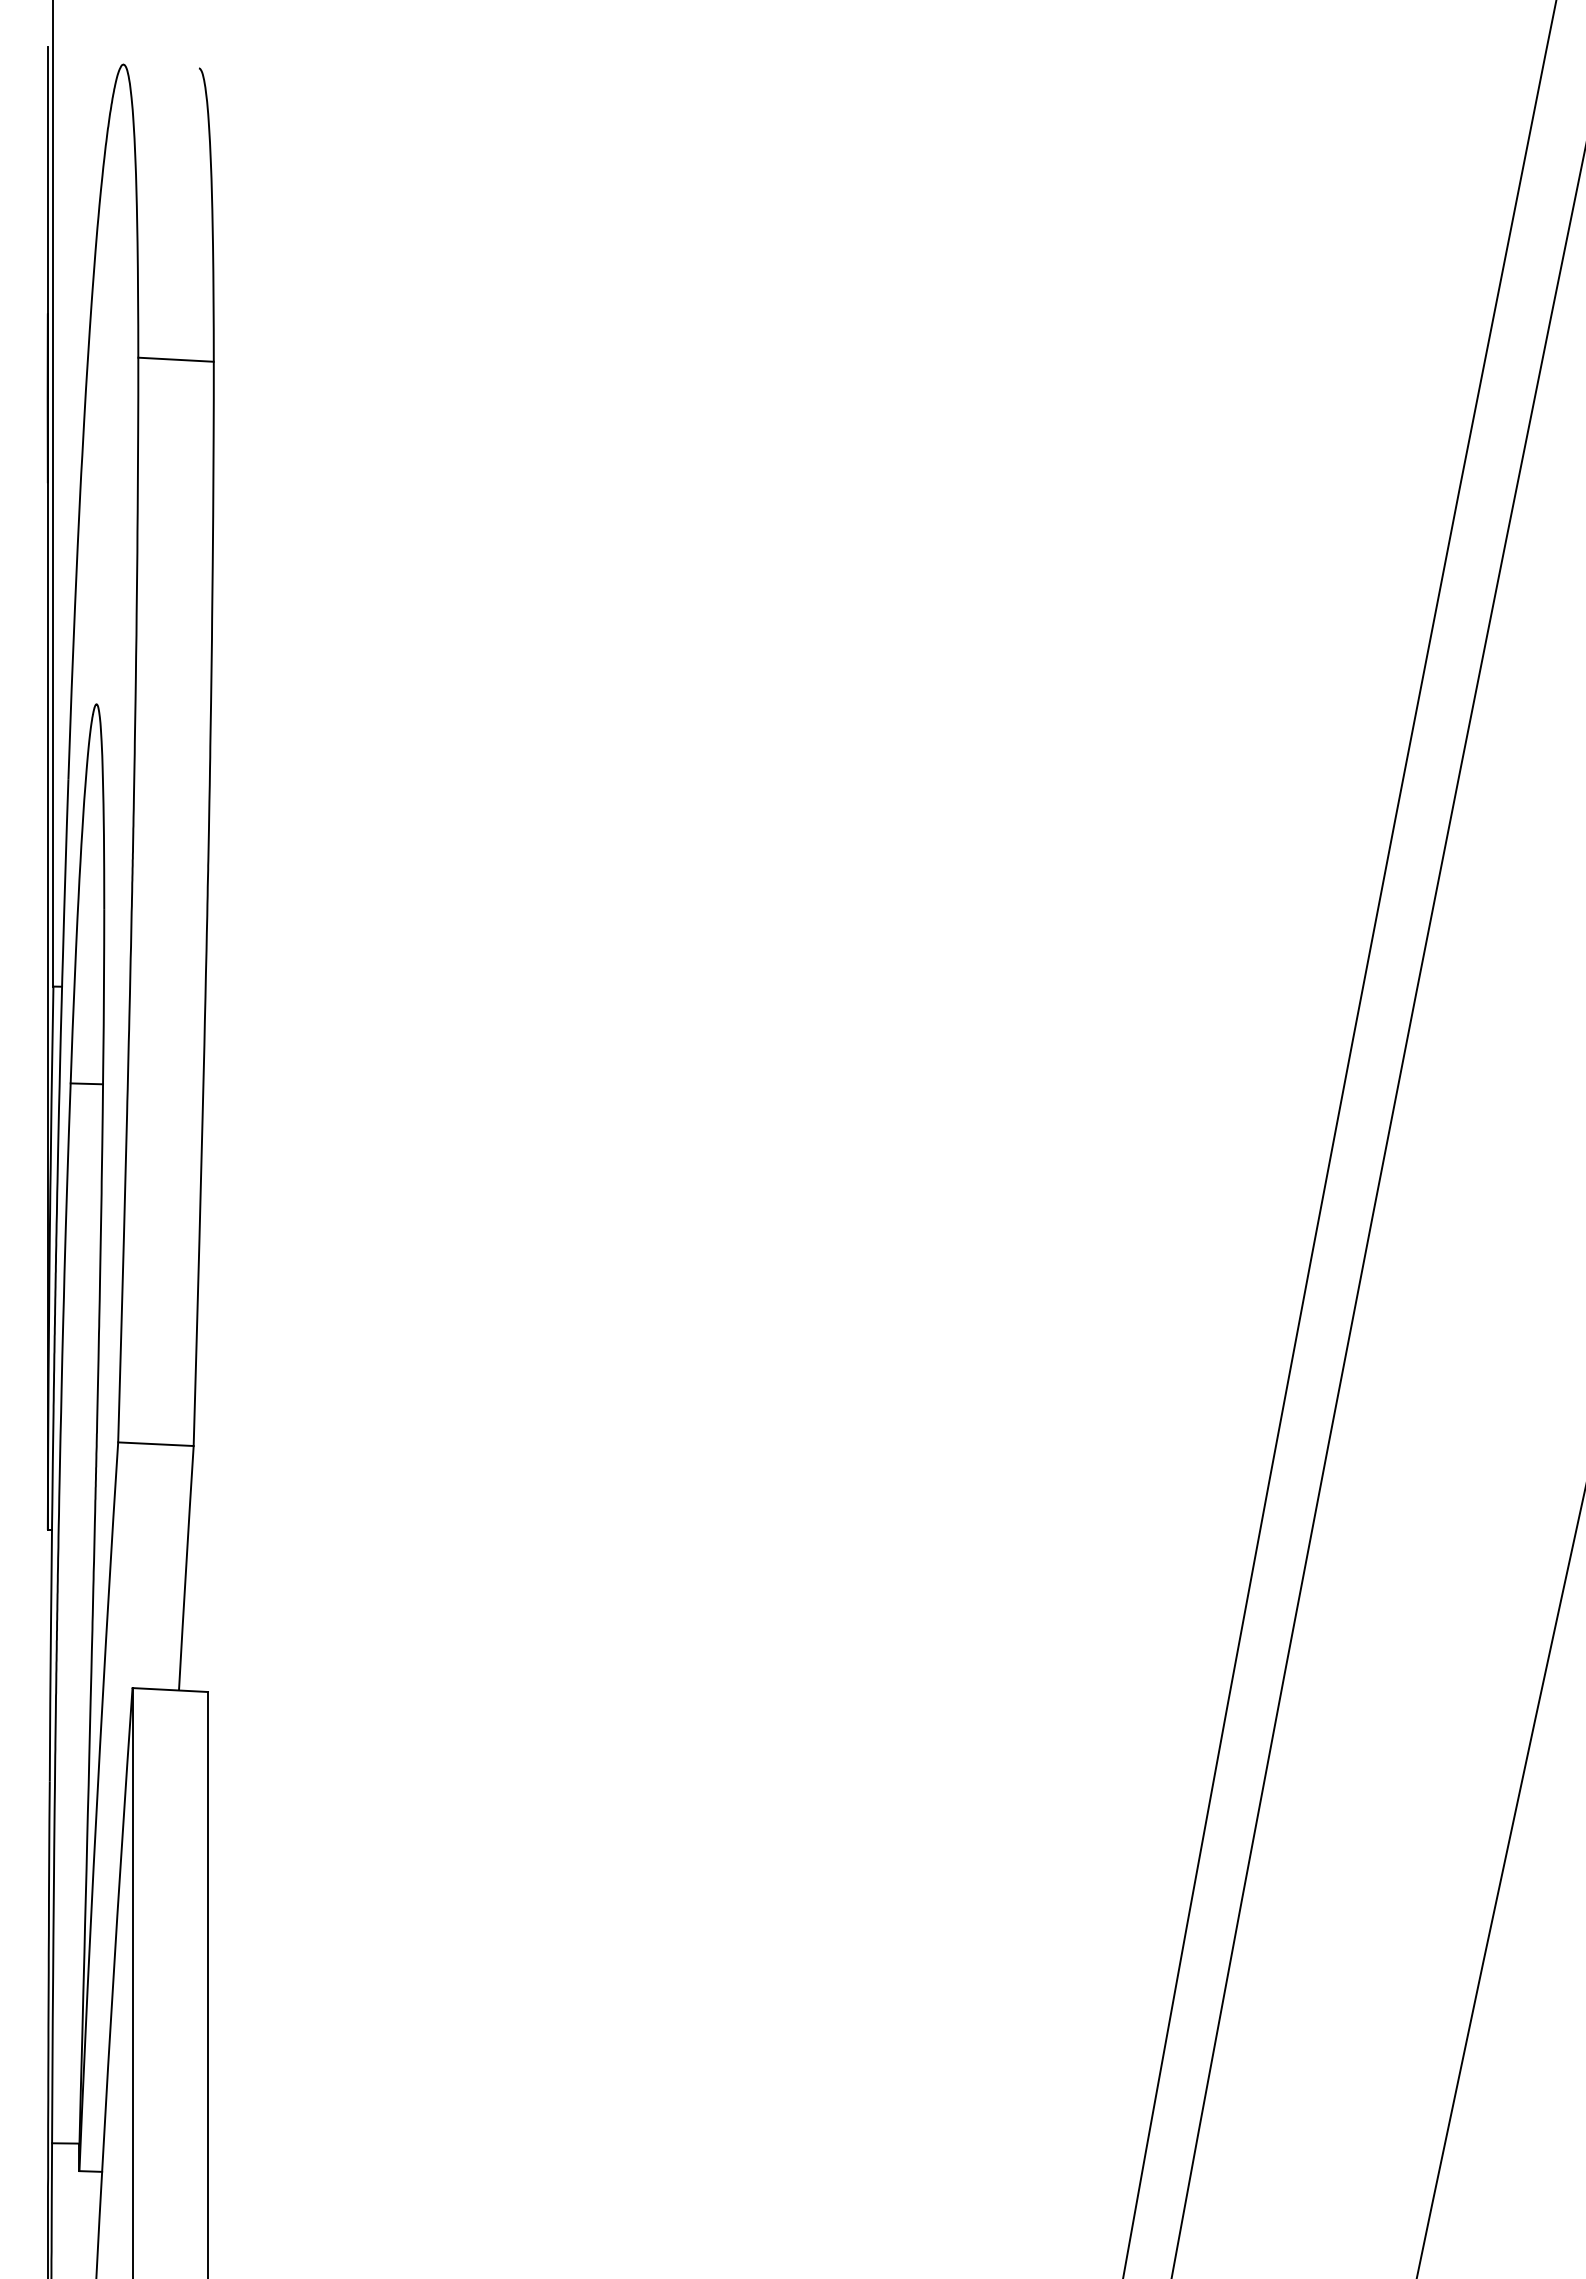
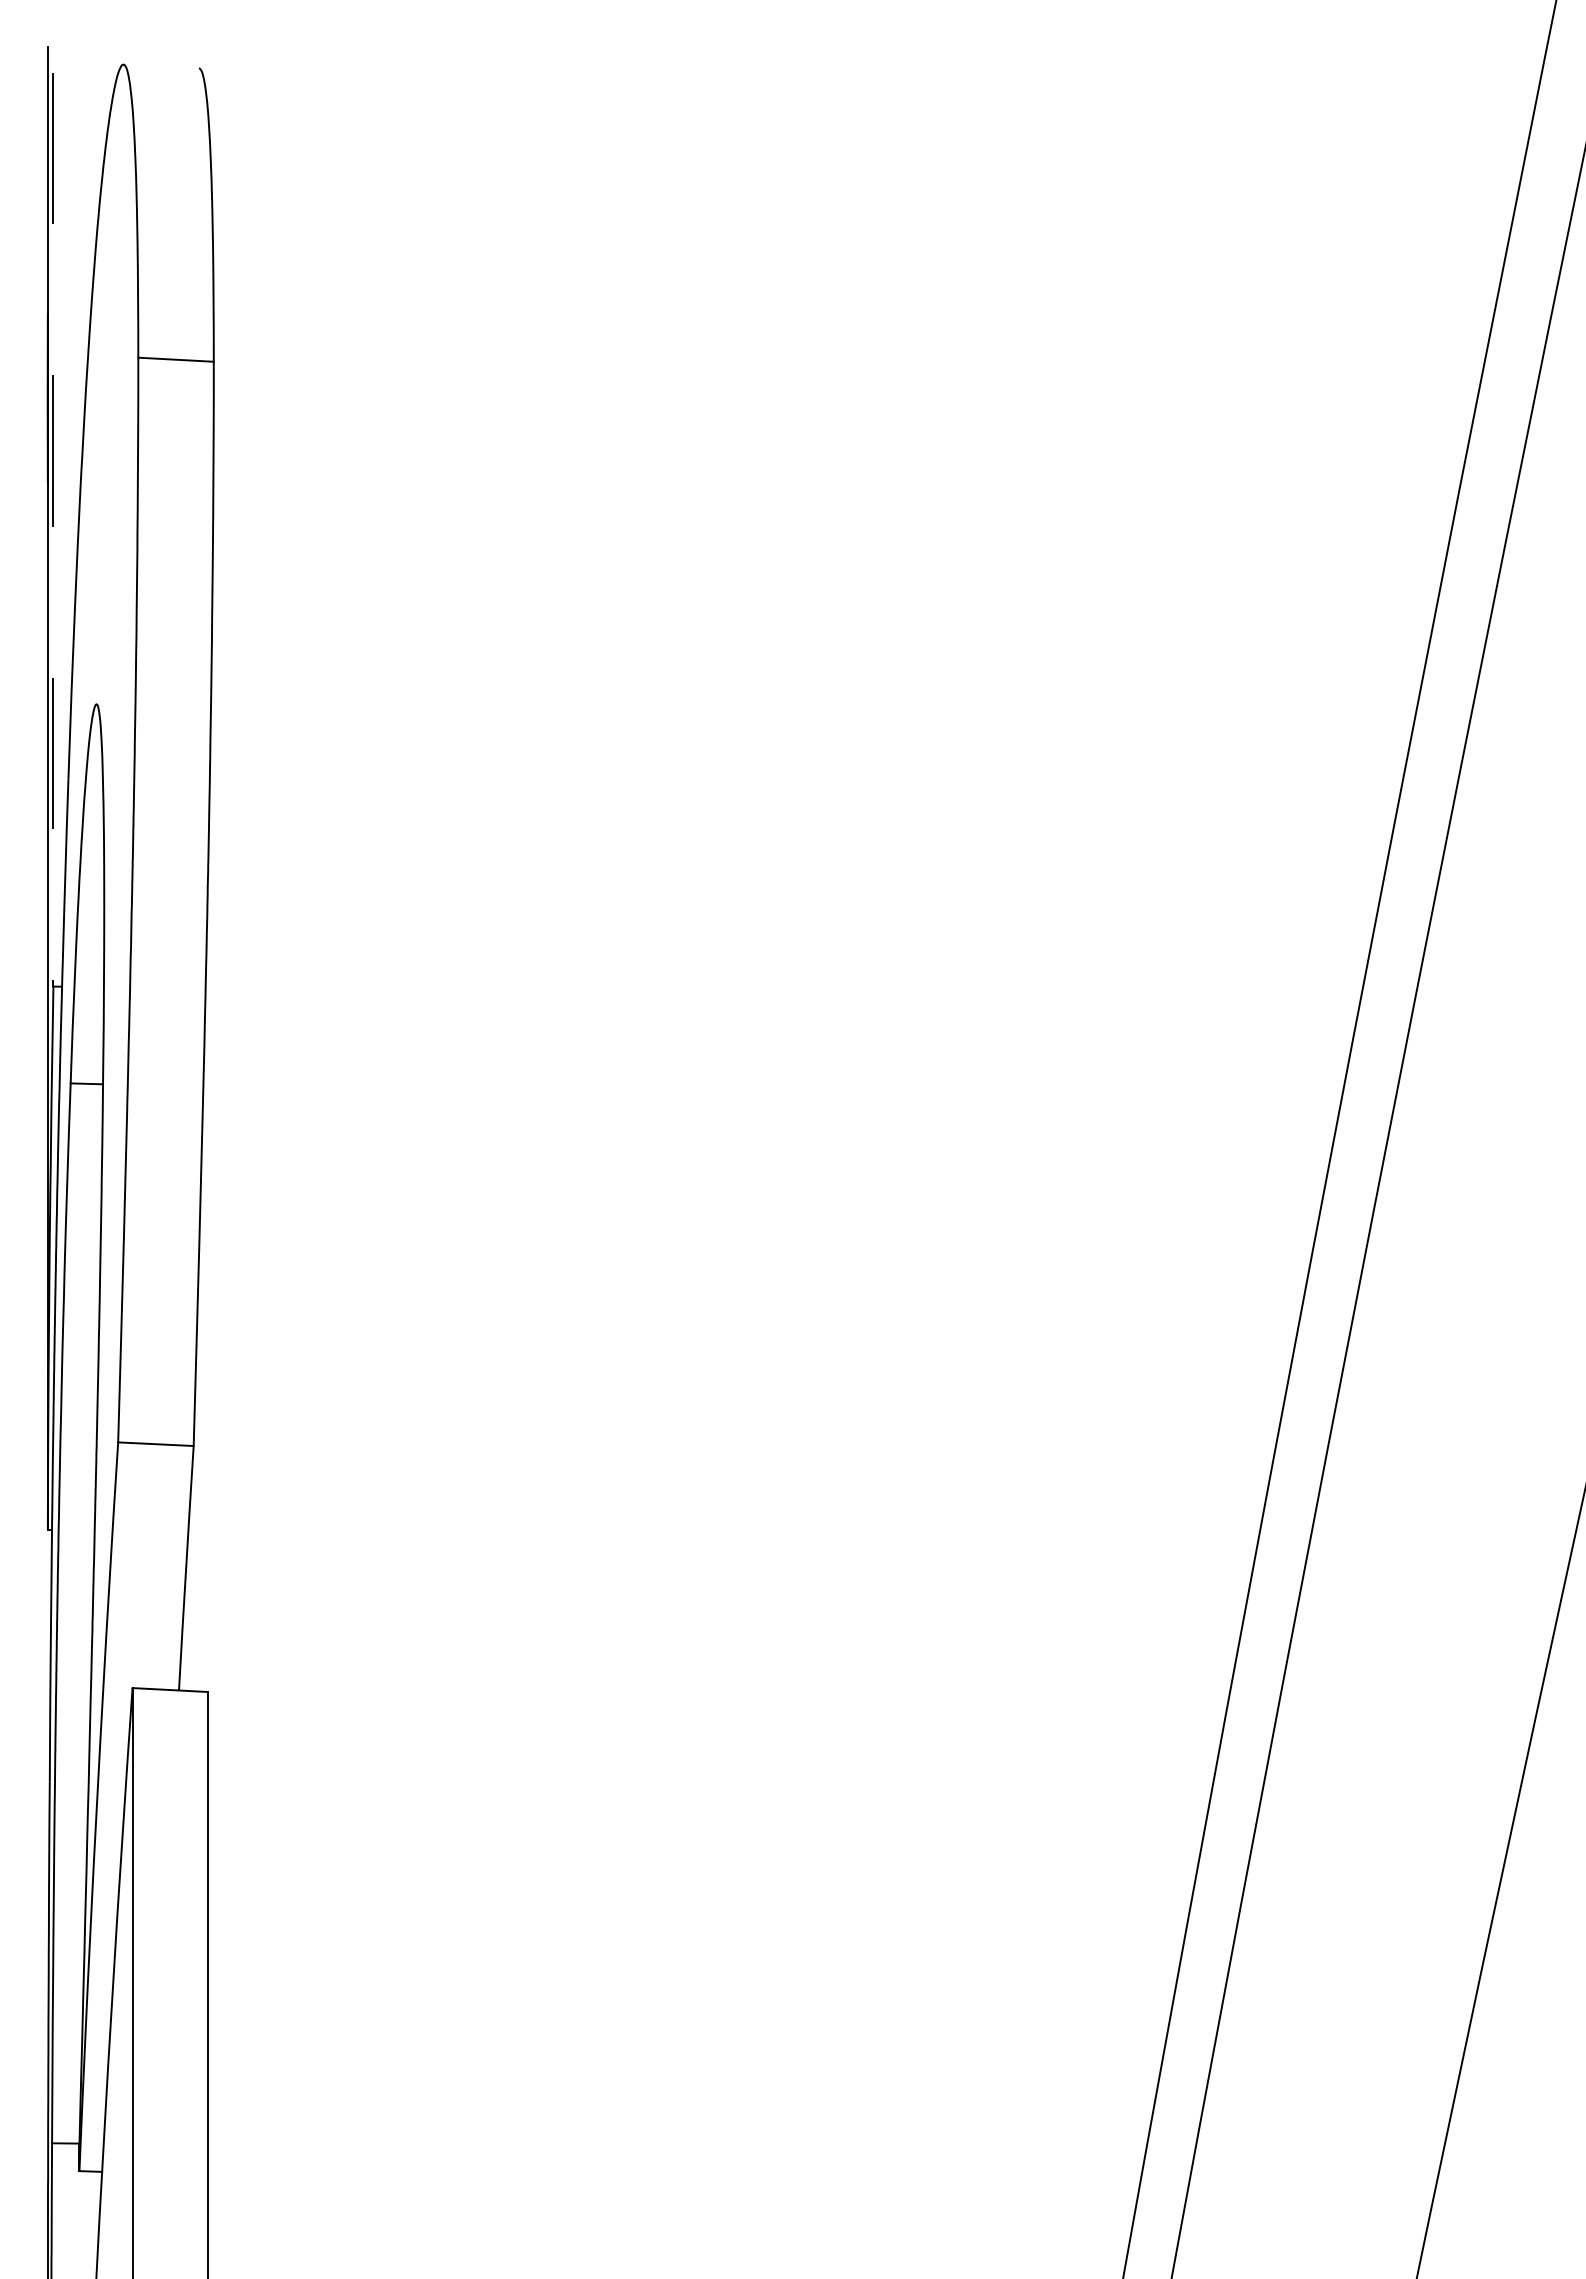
line at (53, 493): solid -> dashed
